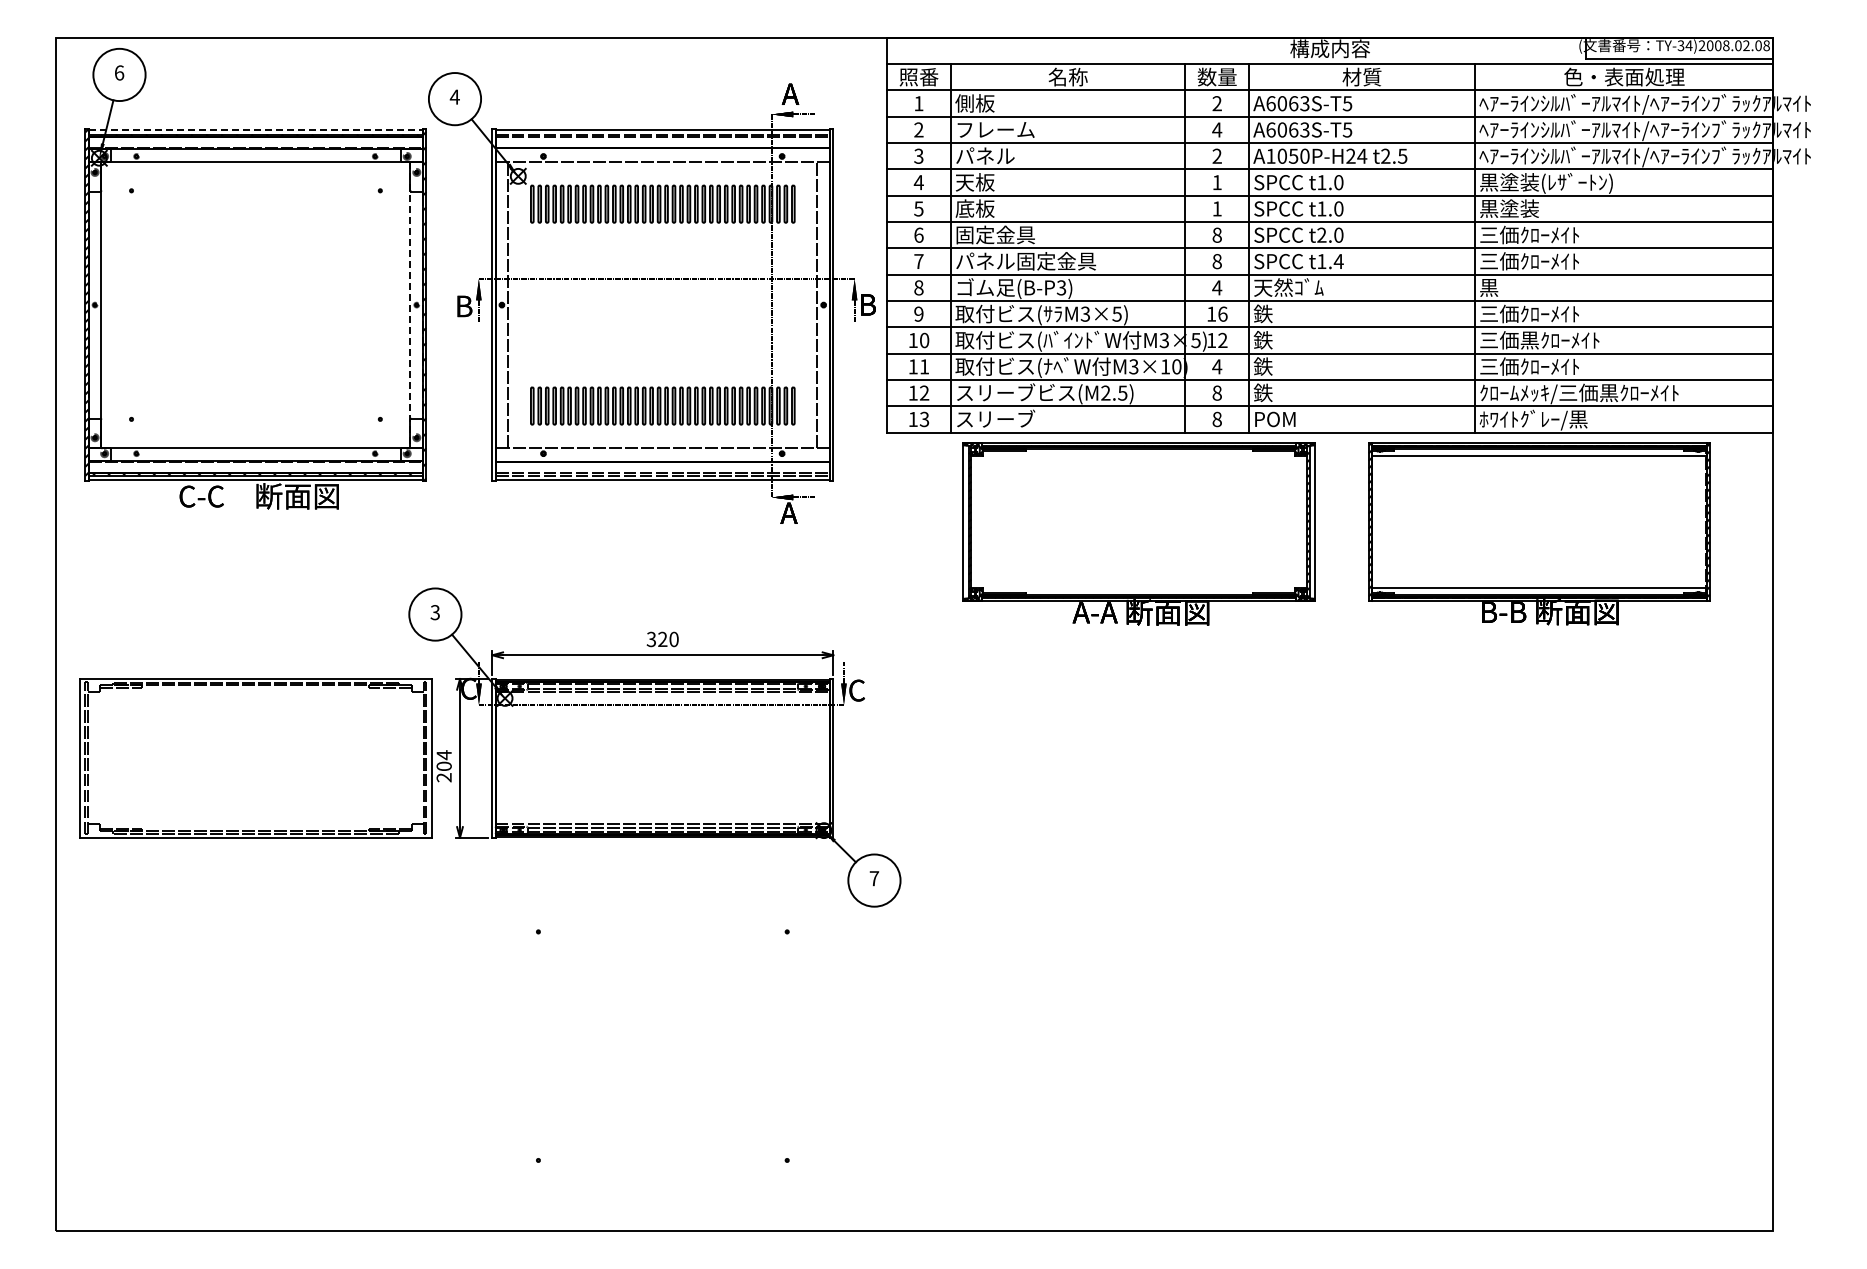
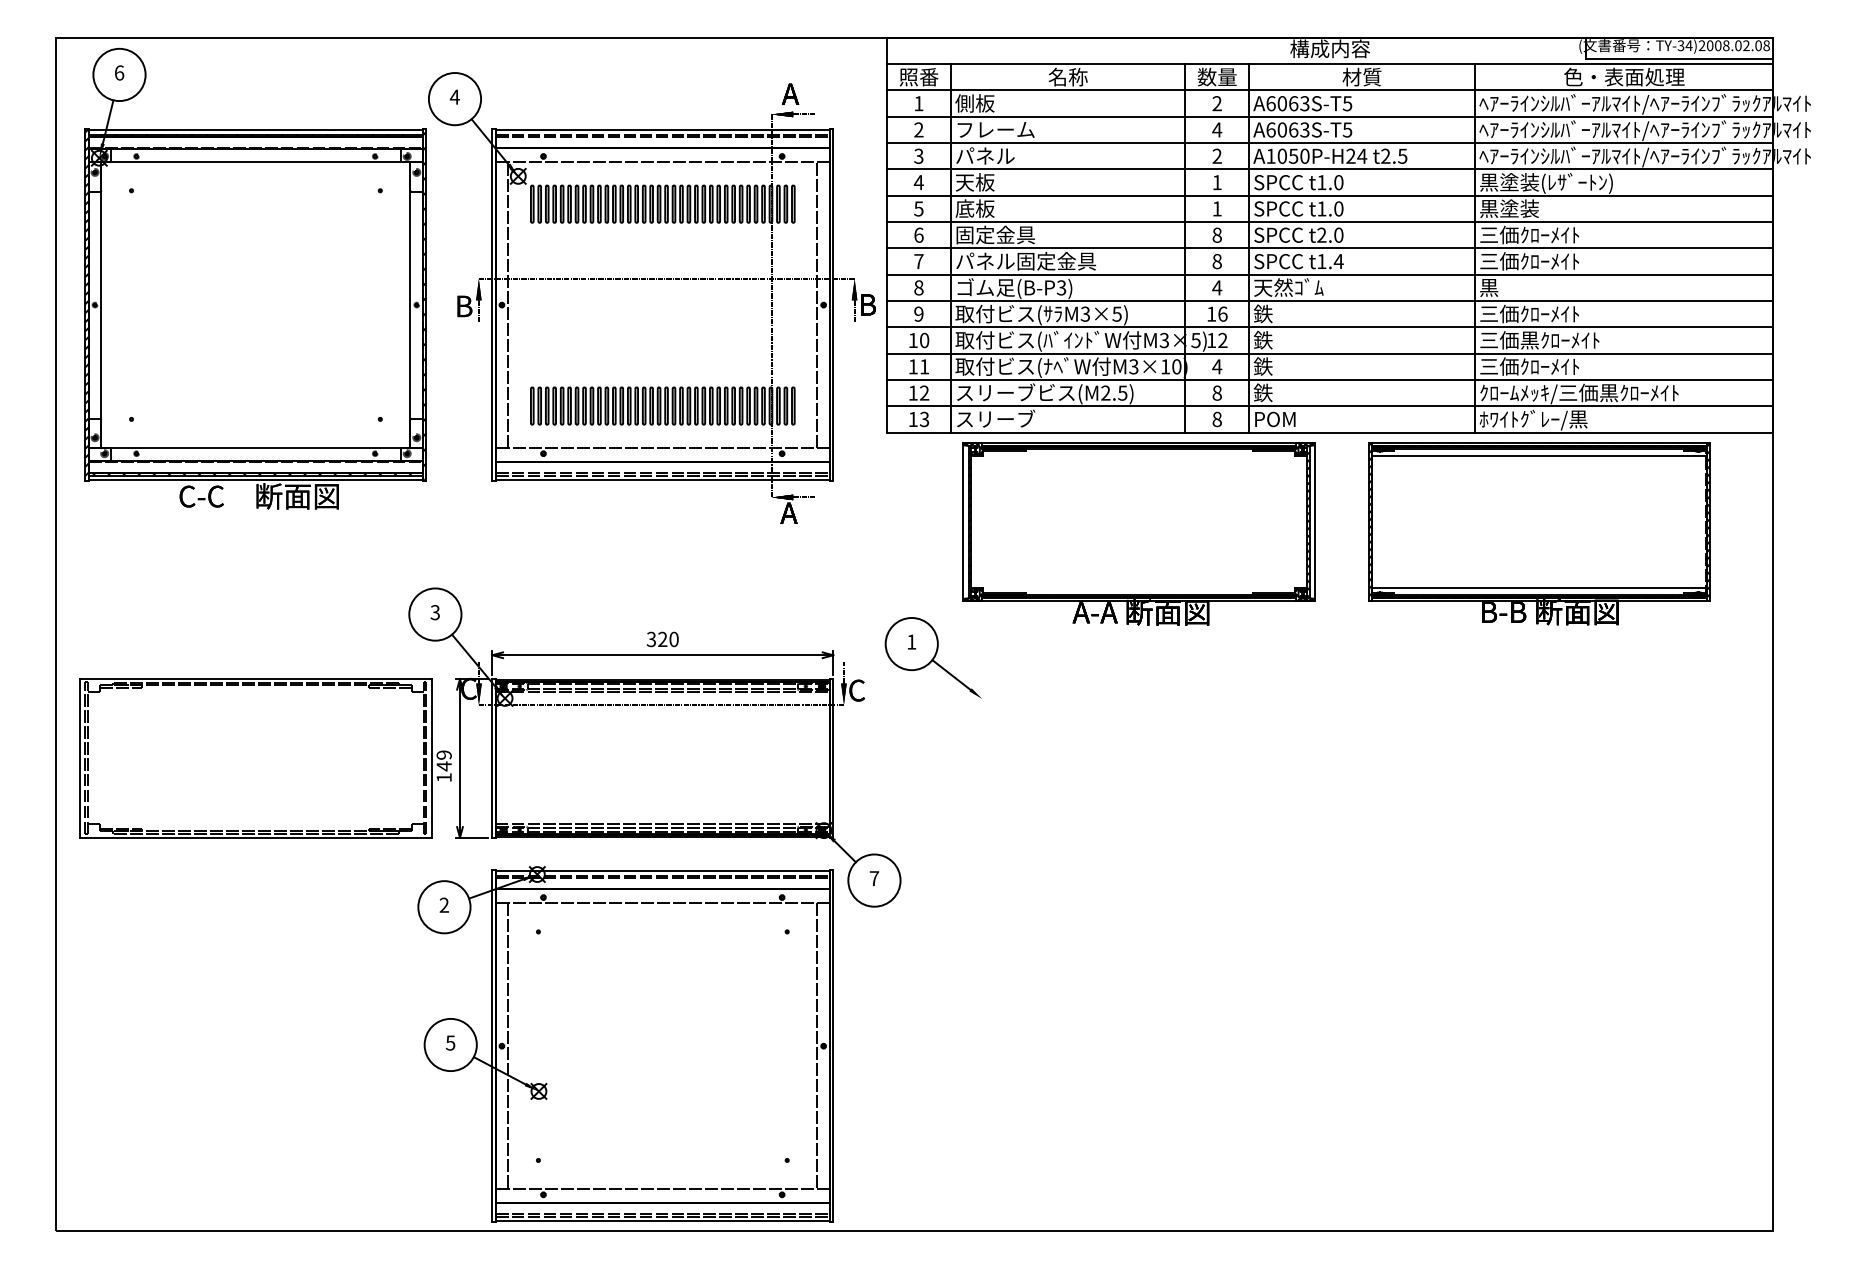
line at (256, 129): dashed -> solid
line at (410, 305): dashed -> solid
part at (932, 657): none -> present
text at (443, 766): 204 -> 149
part at (625, 1044): none -> present
